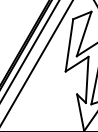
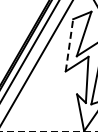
line at (69, 44): solid -> dashed
line at (48, 131): solid -> dashed
